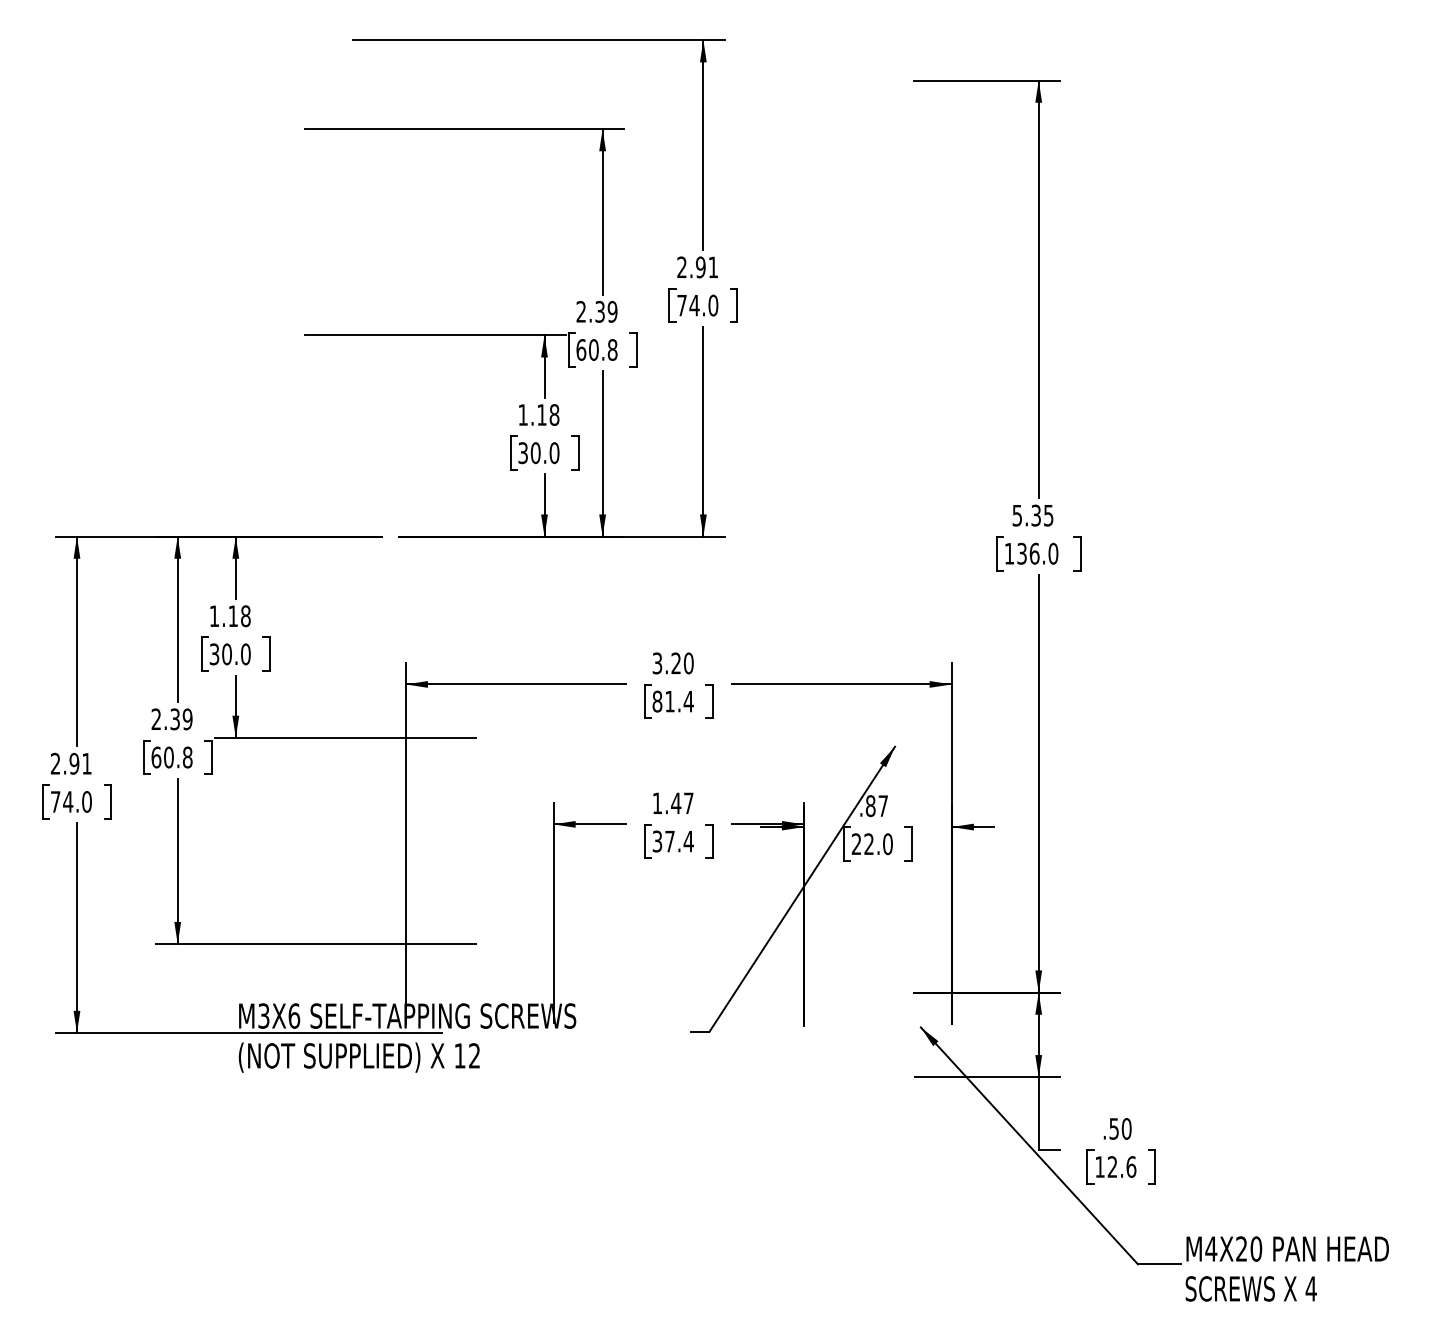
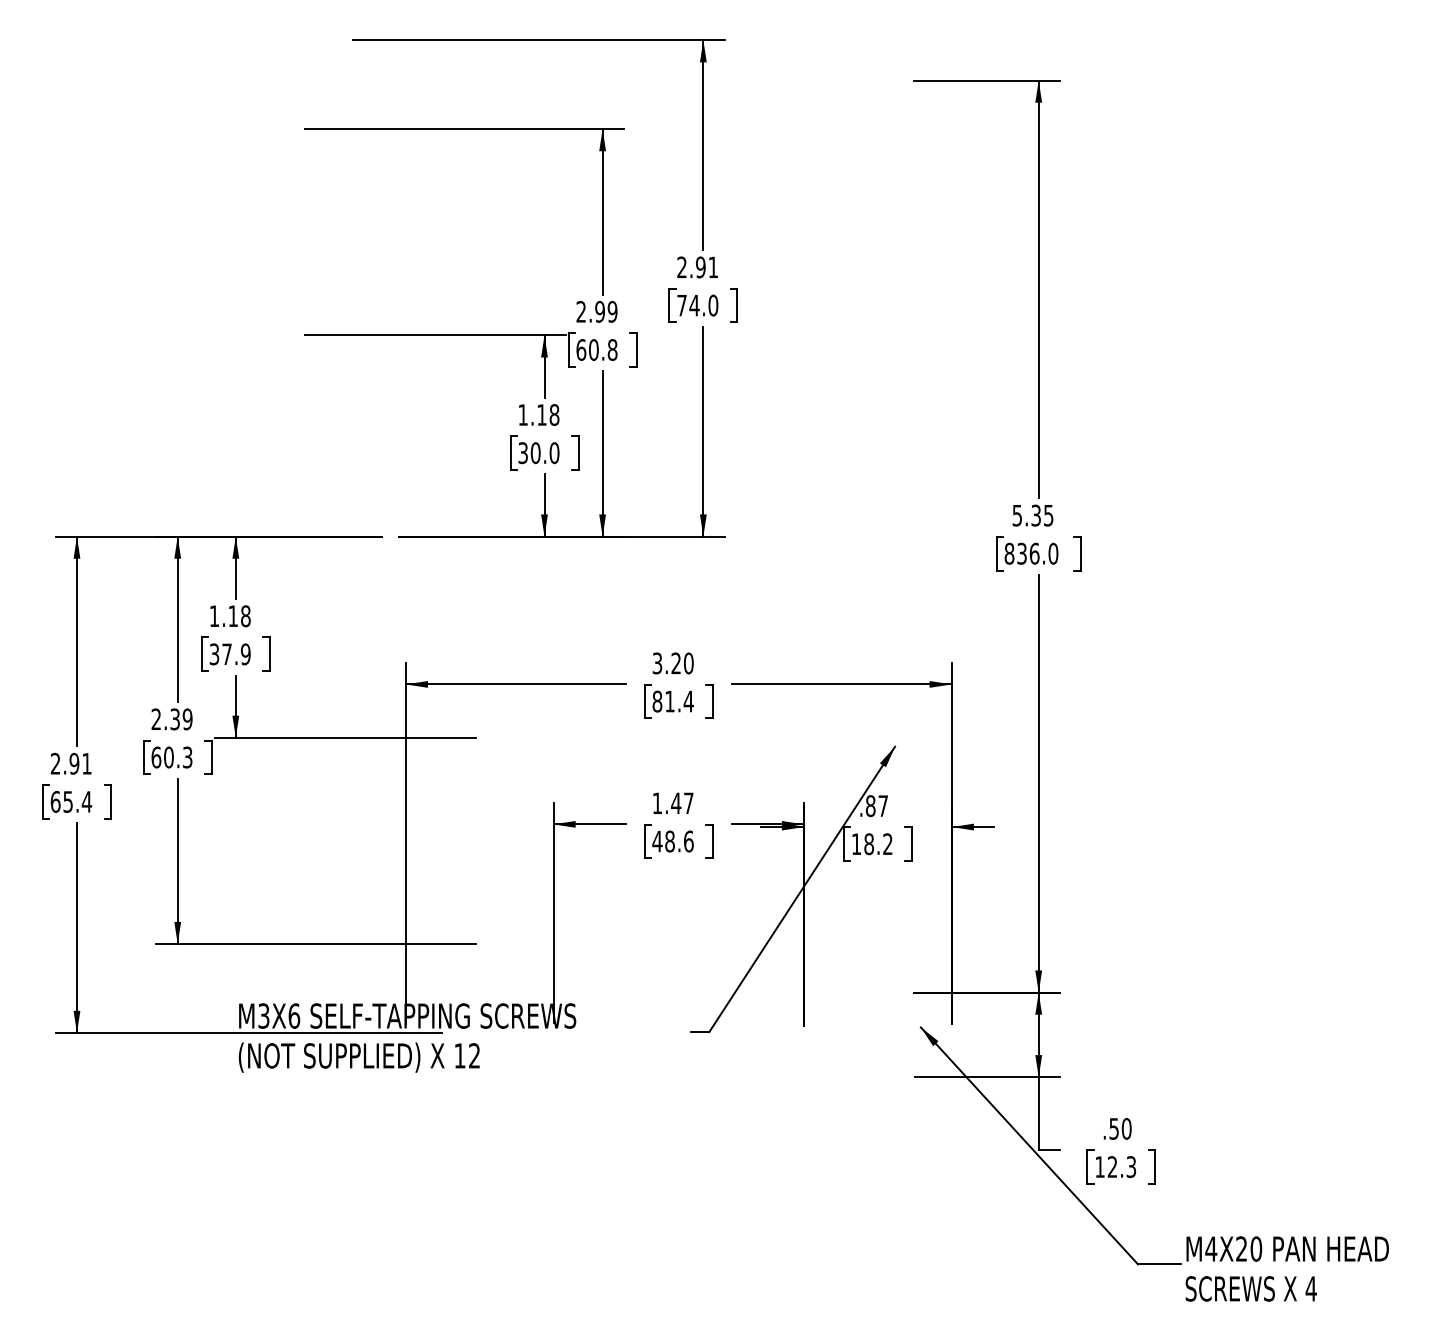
text at (599, 311): 2.39 -> 2.99
text at (1009, 553): 136.0 -> 836.0
text at (236, 654): 30.0 -> 37.9
text at (187, 757): 60.8 -> 60.3
text at (71, 801): 74.0 -> 65.4
text at (672, 841): 37.4 -> 48.6
text at (871, 844): 22.0 -> 18.2
text at (1131, 1166): 12.6 -> 12.3
